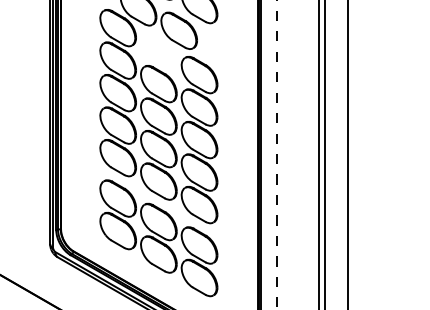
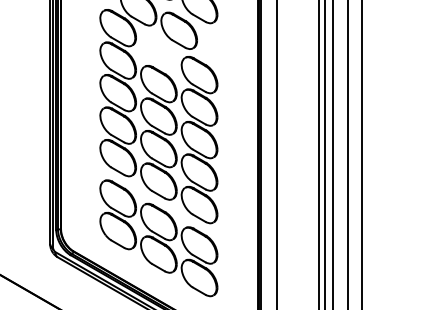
line at (332, 154): none -> present
line at (361, 154): none -> present
line at (277, 155): dashed -> solid
